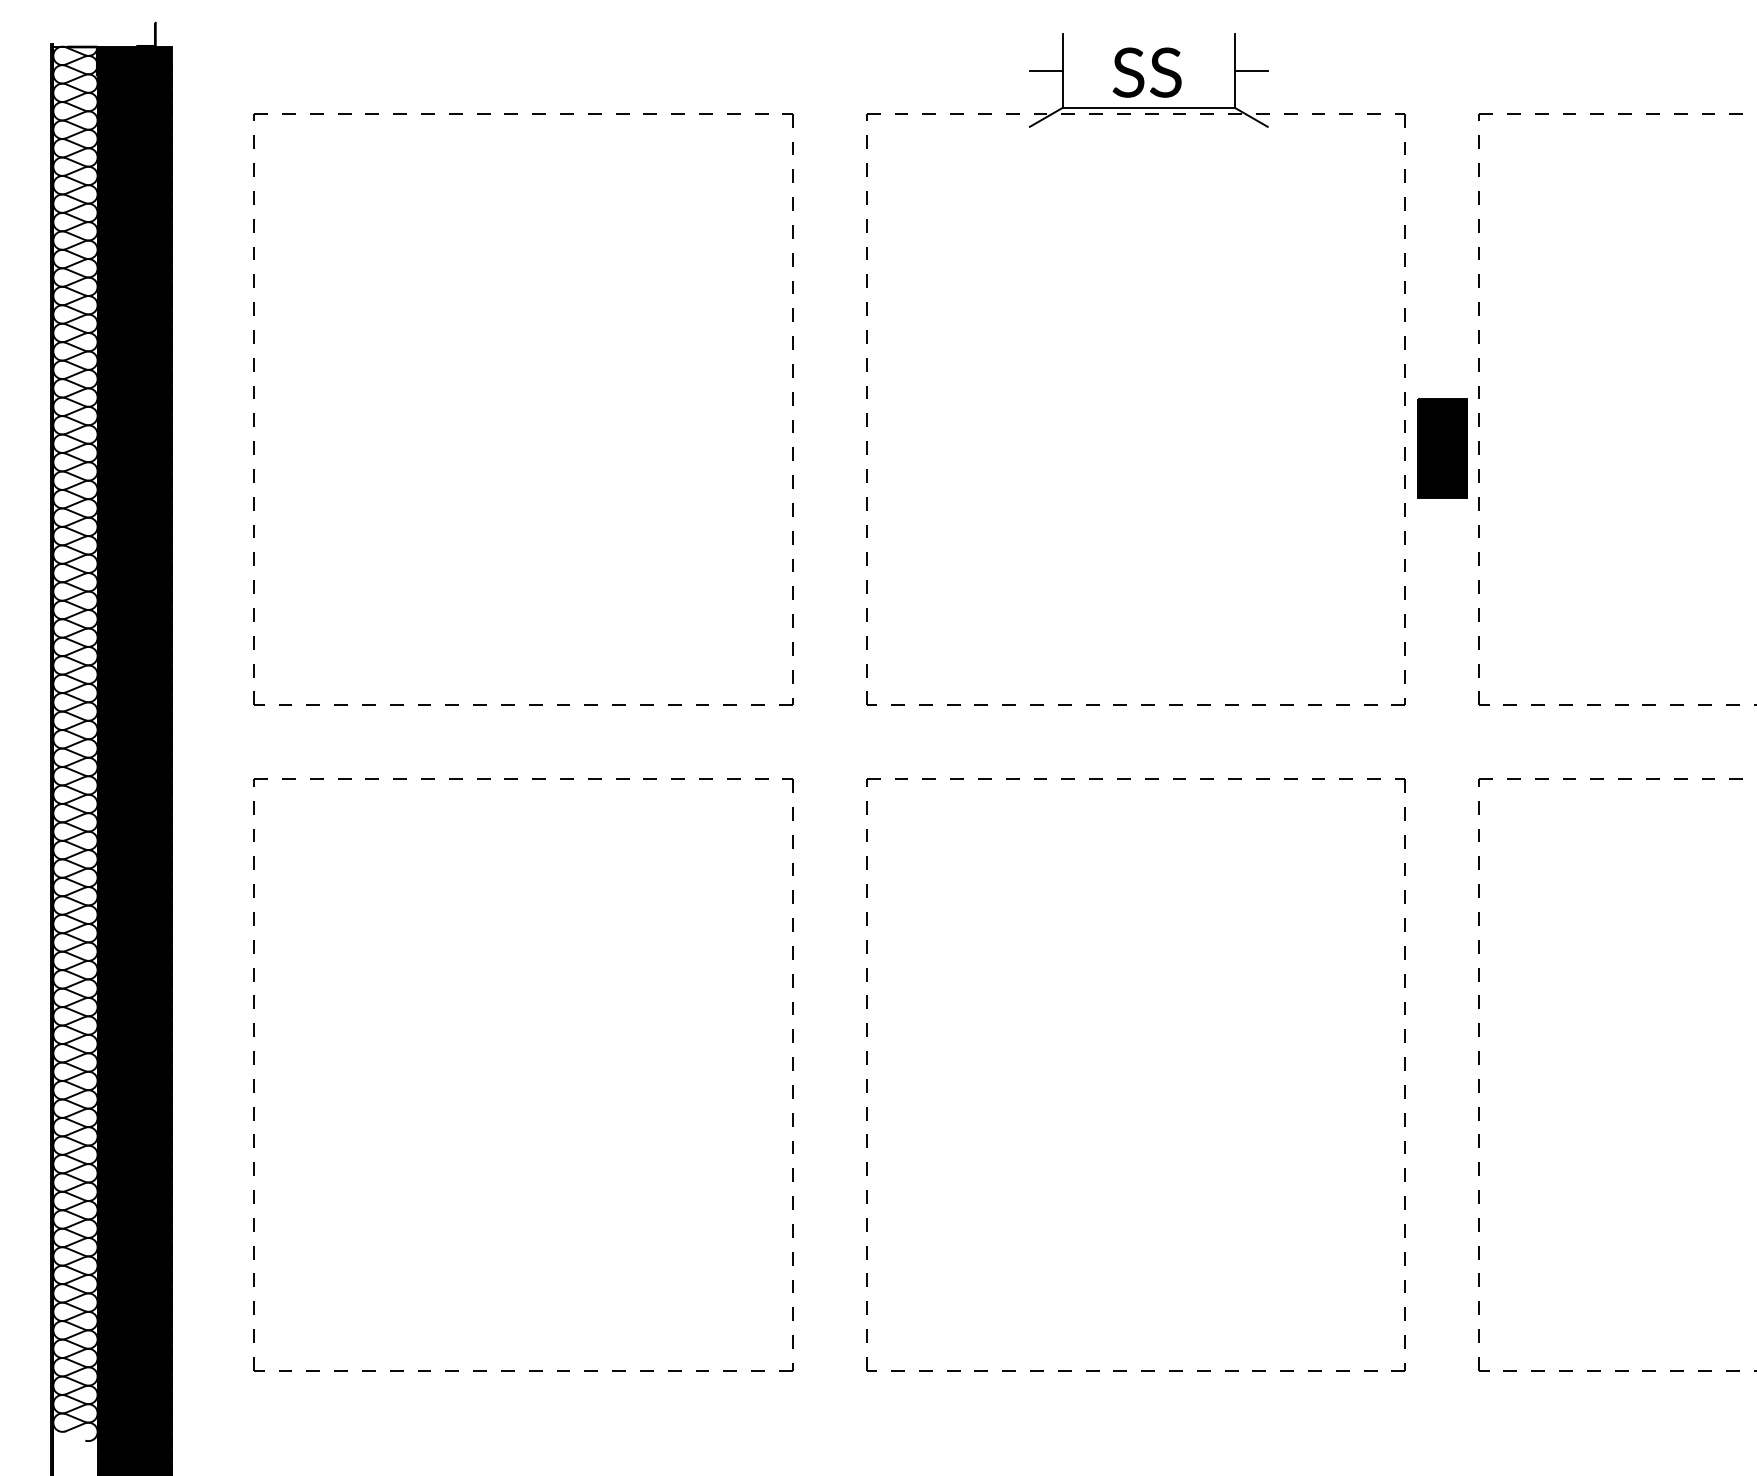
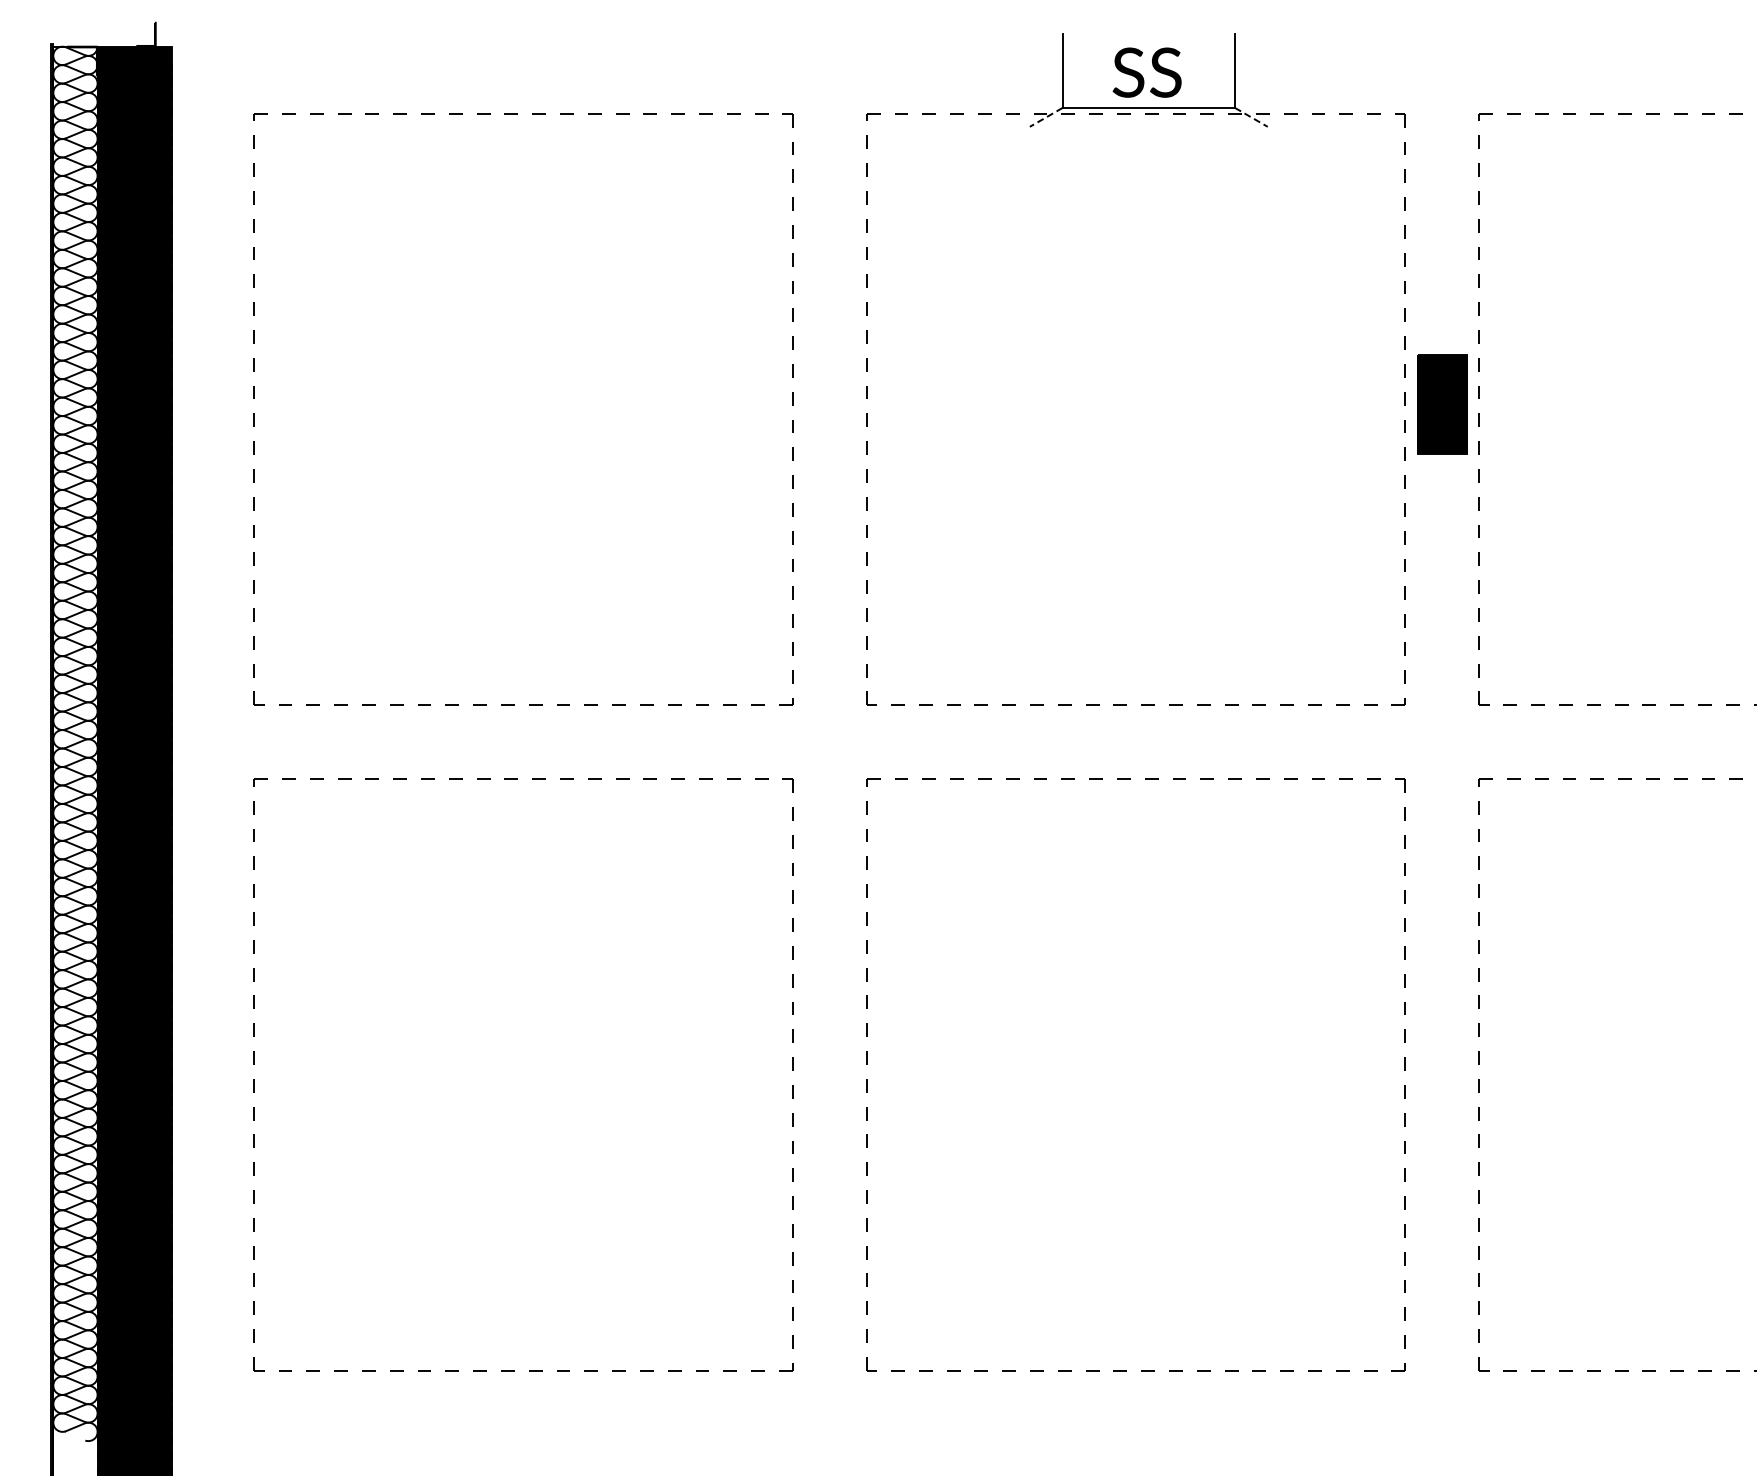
line at (1045, 71): present -> none
line at (1251, 71): present -> none
line at (1046, 117): solid -> dashed
line at (1251, 117): solid -> dashed
part at (1442, 448) position: (1442, 448) -> (1442, 404)
